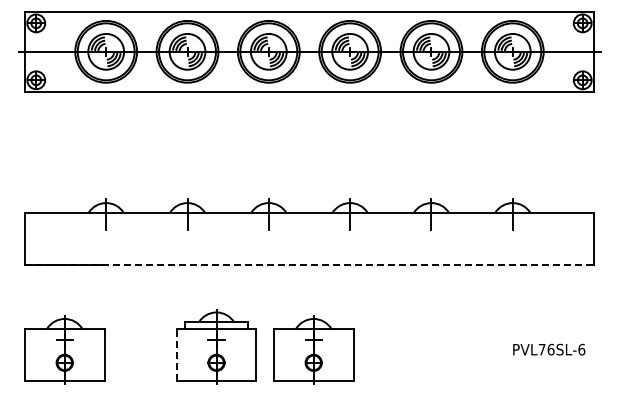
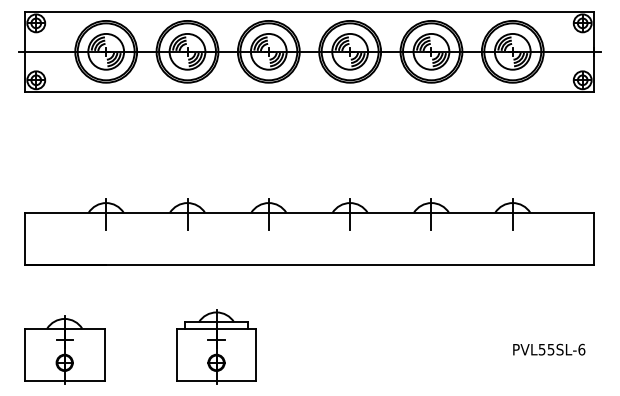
line at (309, 264): dashed -> solid
part at (313, 349): present -> none
text at (546, 349): PVL76SL-6 -> PVL55SL-6
line at (176, 354): dashed -> solid
